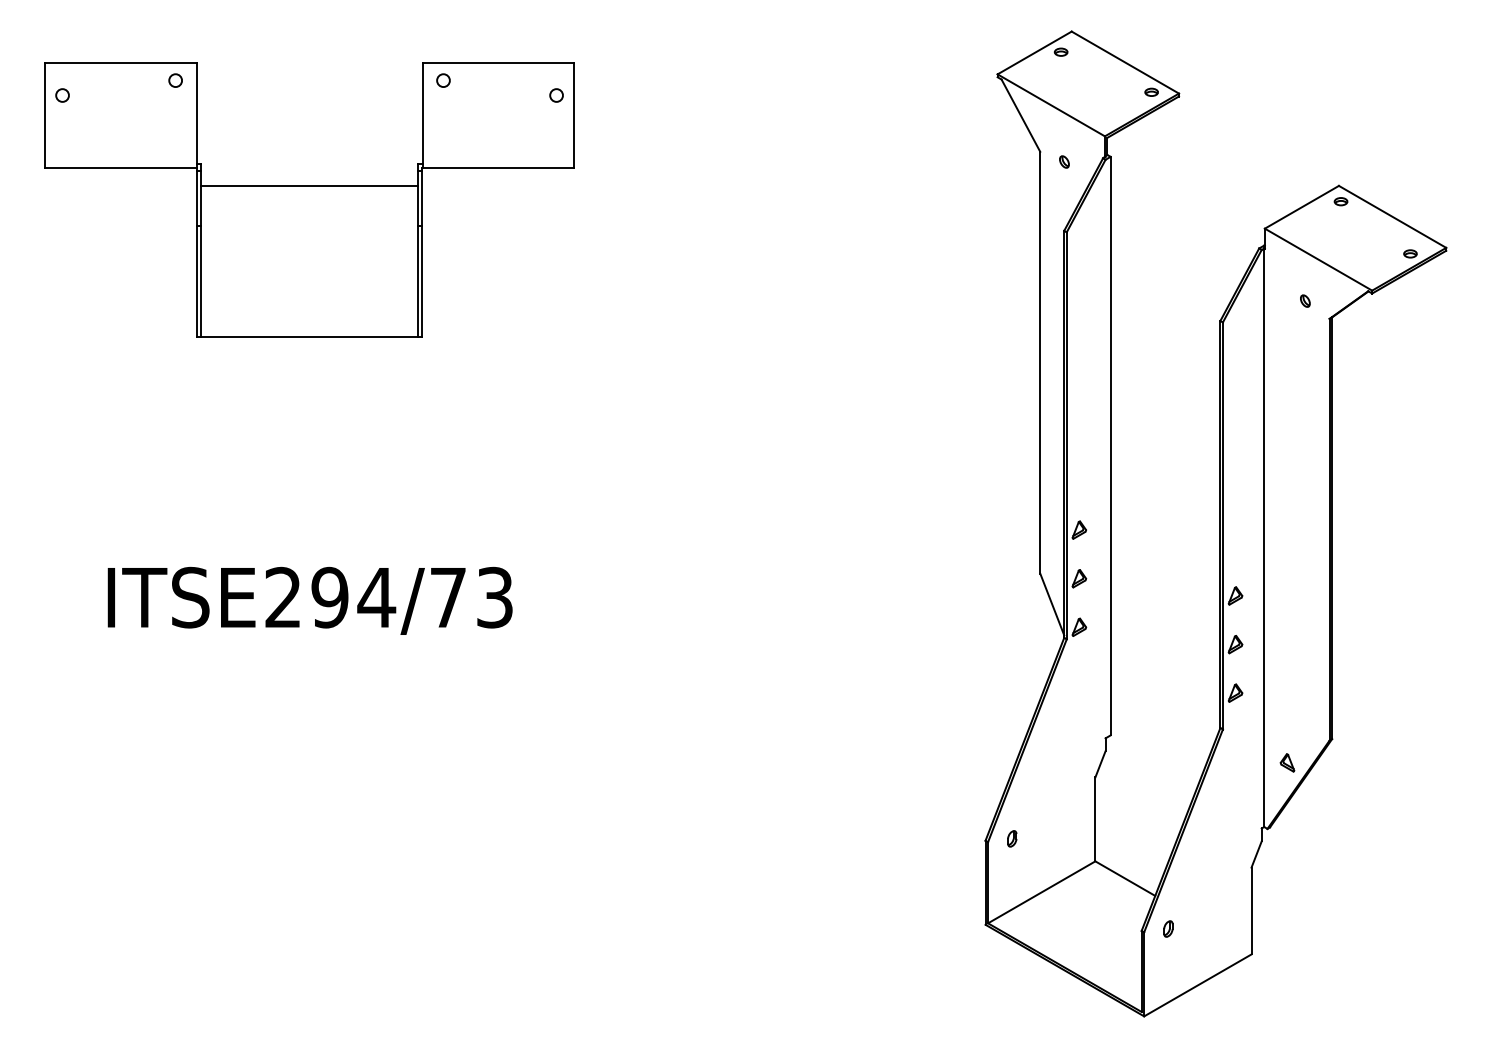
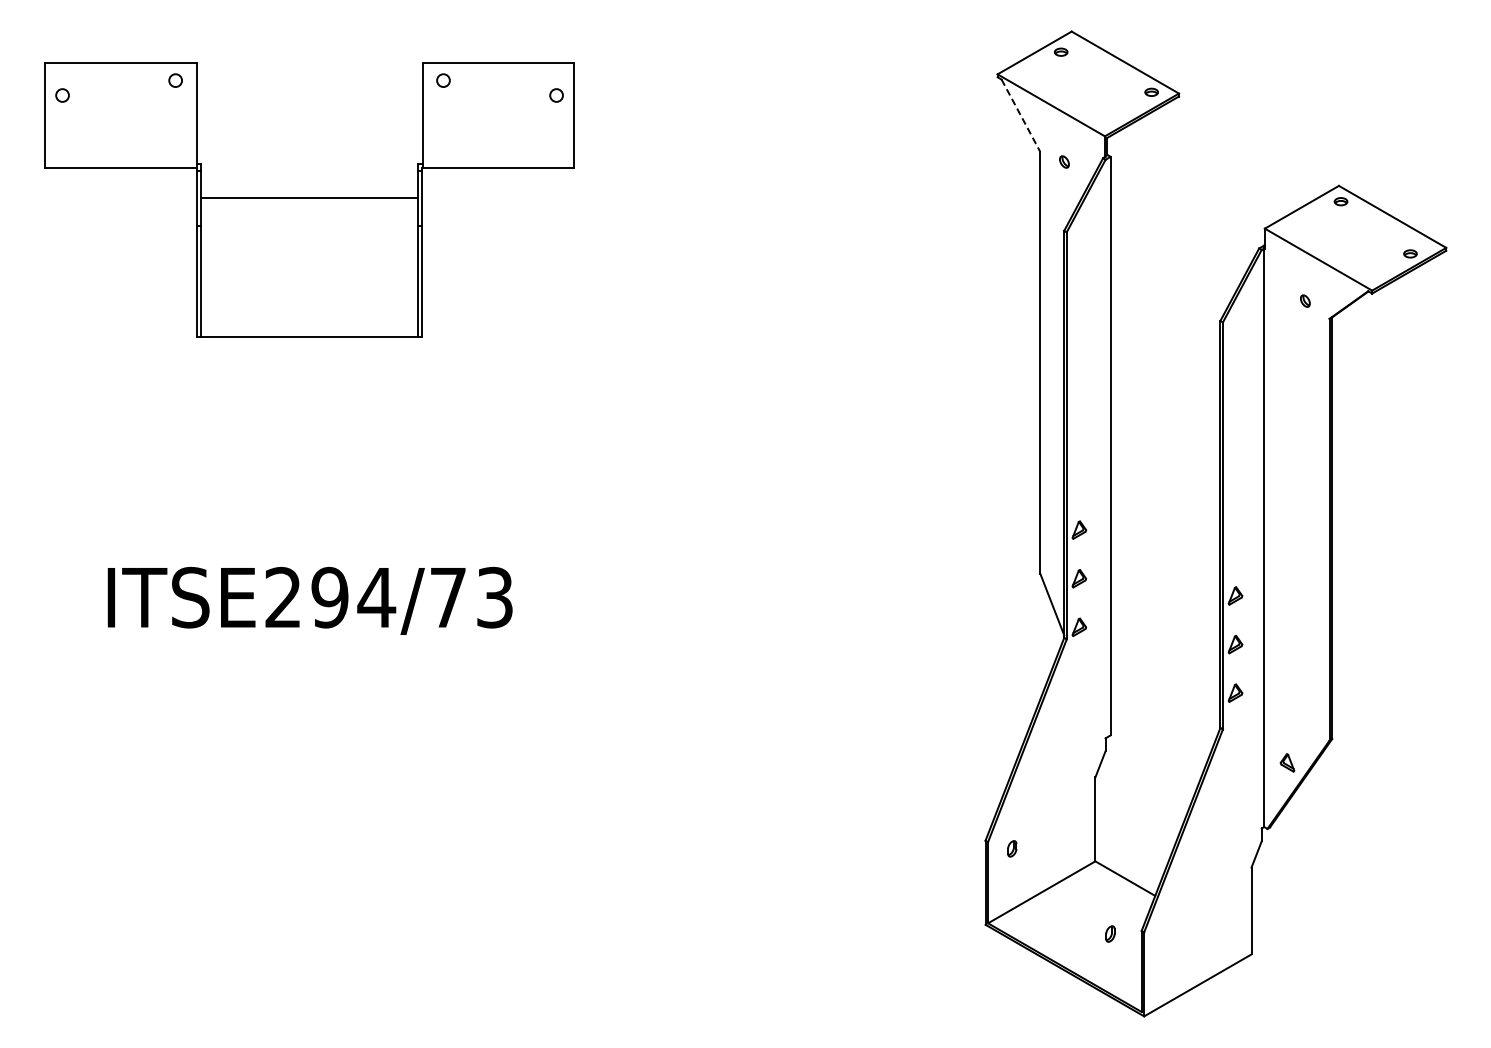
line at (1020, 115): solid -> dashed
line at (309, 185) position: (309, 185) -> (309, 197)
part at (1012, 838) position: (1012, 838) -> (1012, 848)
part at (1168, 928) position: (1168, 928) -> (1110, 933)
